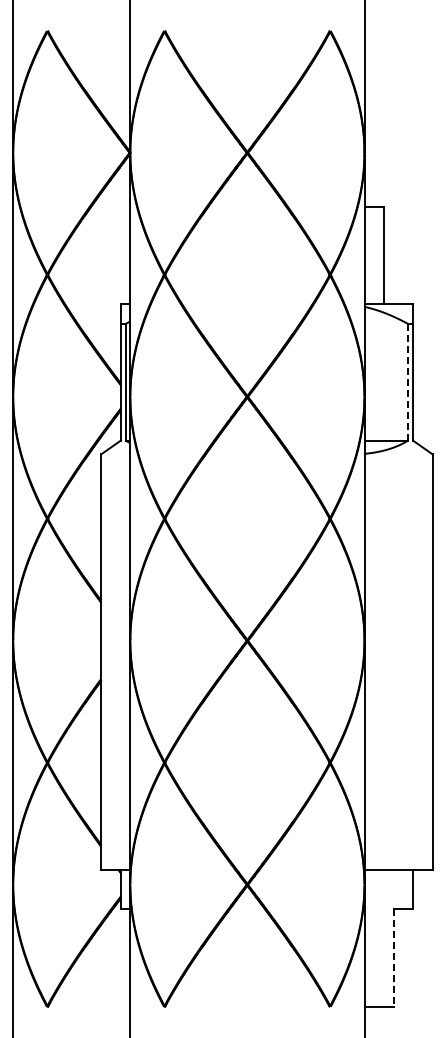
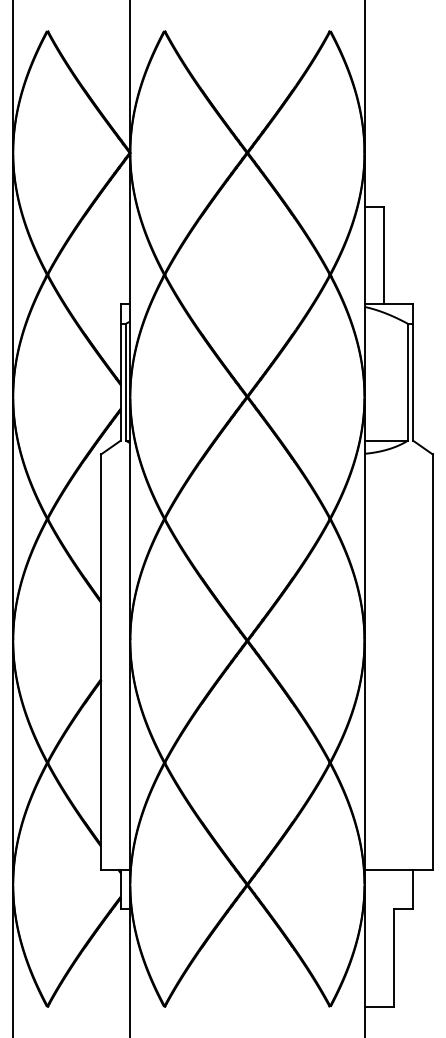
line at (407, 382): dashed -> solid
line at (393, 958): dashed -> solid
